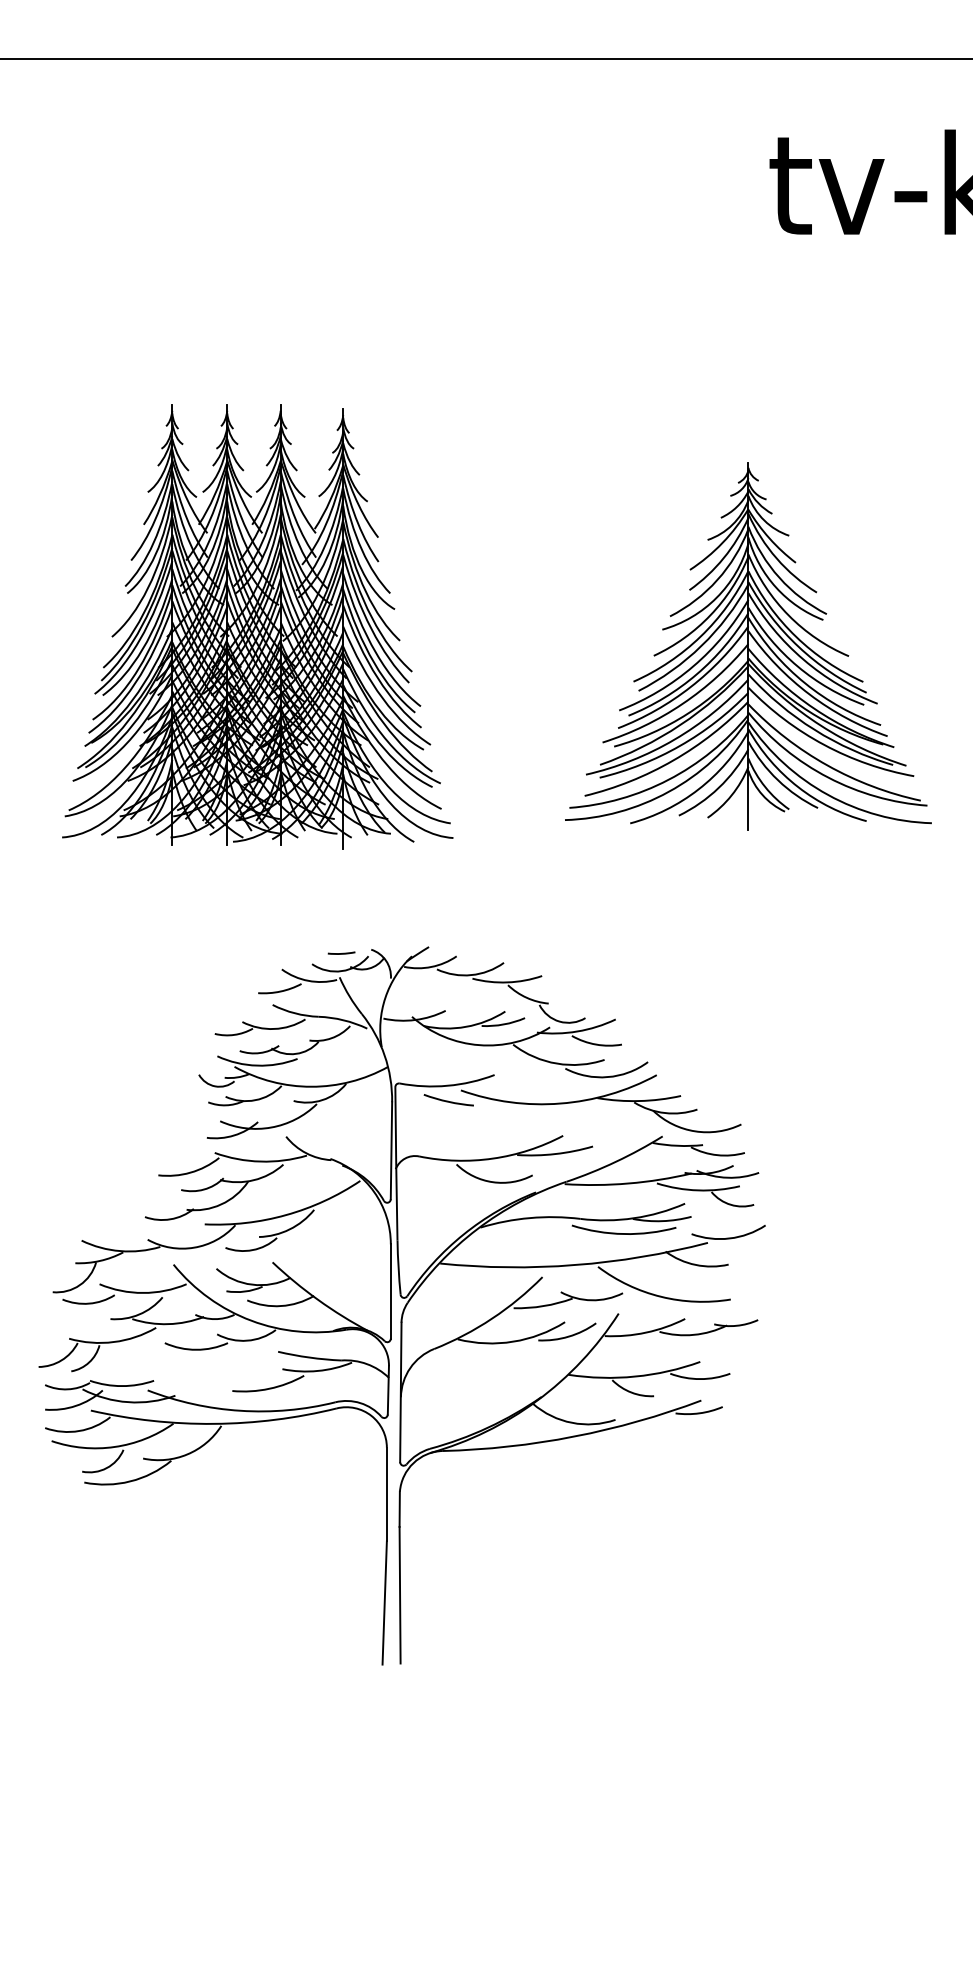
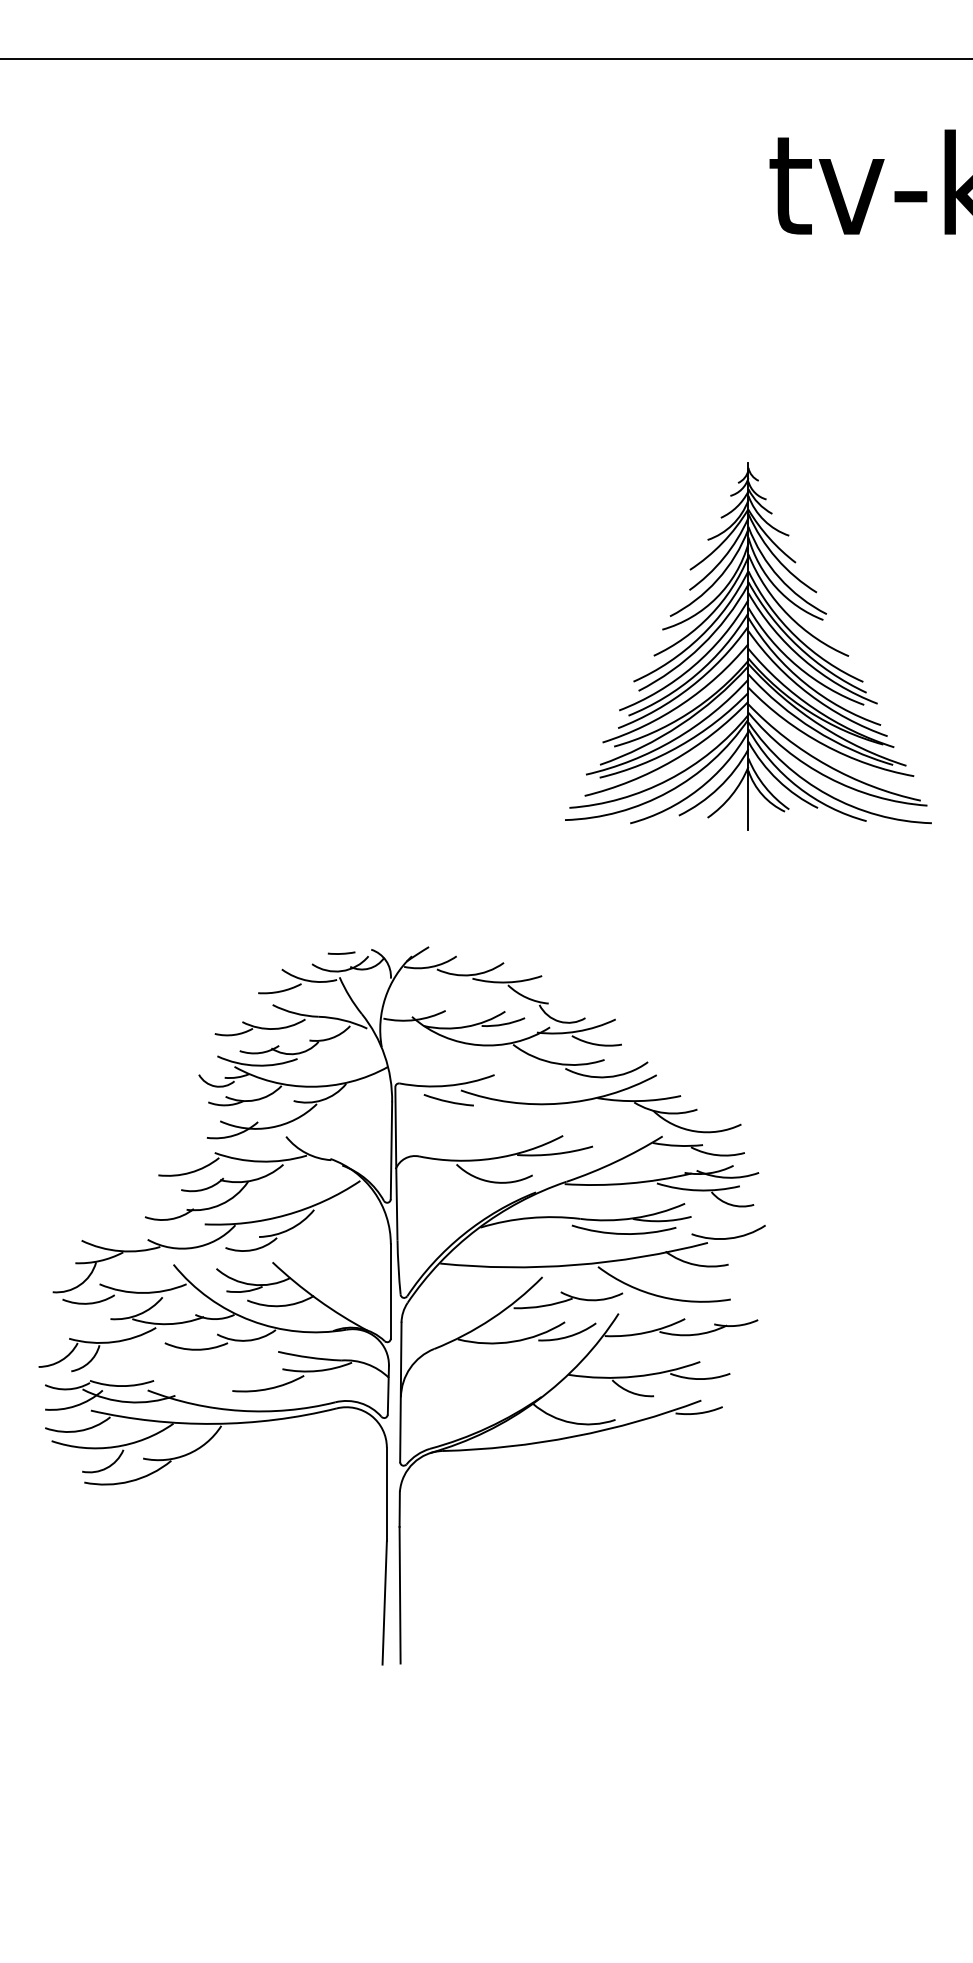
part at (257, 626): present -> none
